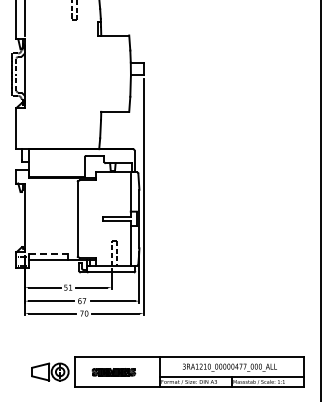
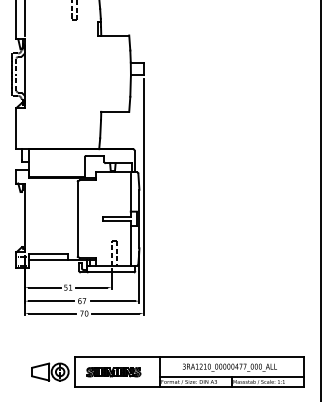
line at (48, 253): dashed -> solid
part at (113, 372) size: 46x9 px -> 56x11 px
